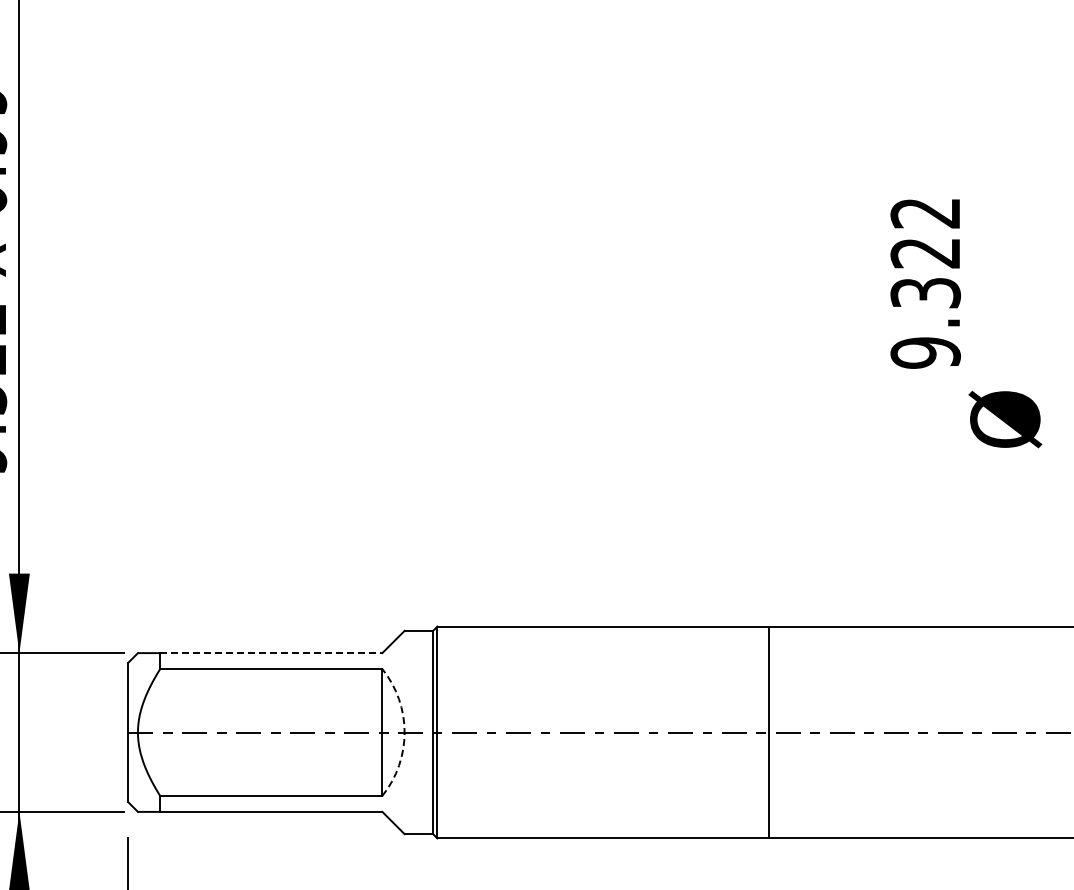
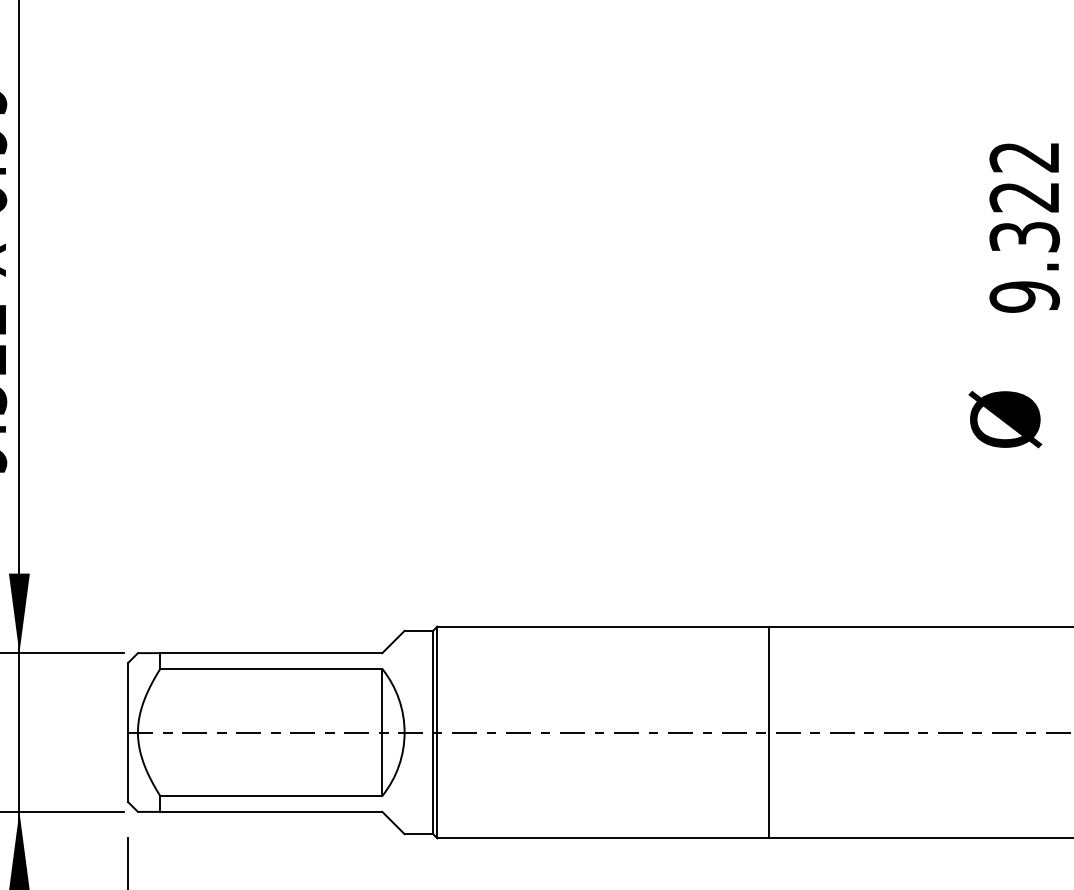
text at (925, 283) position: (925, 283) -> (1024, 227)
line at (271, 653): dashed -> solid
arc at (404, 732): dashed -> solid
